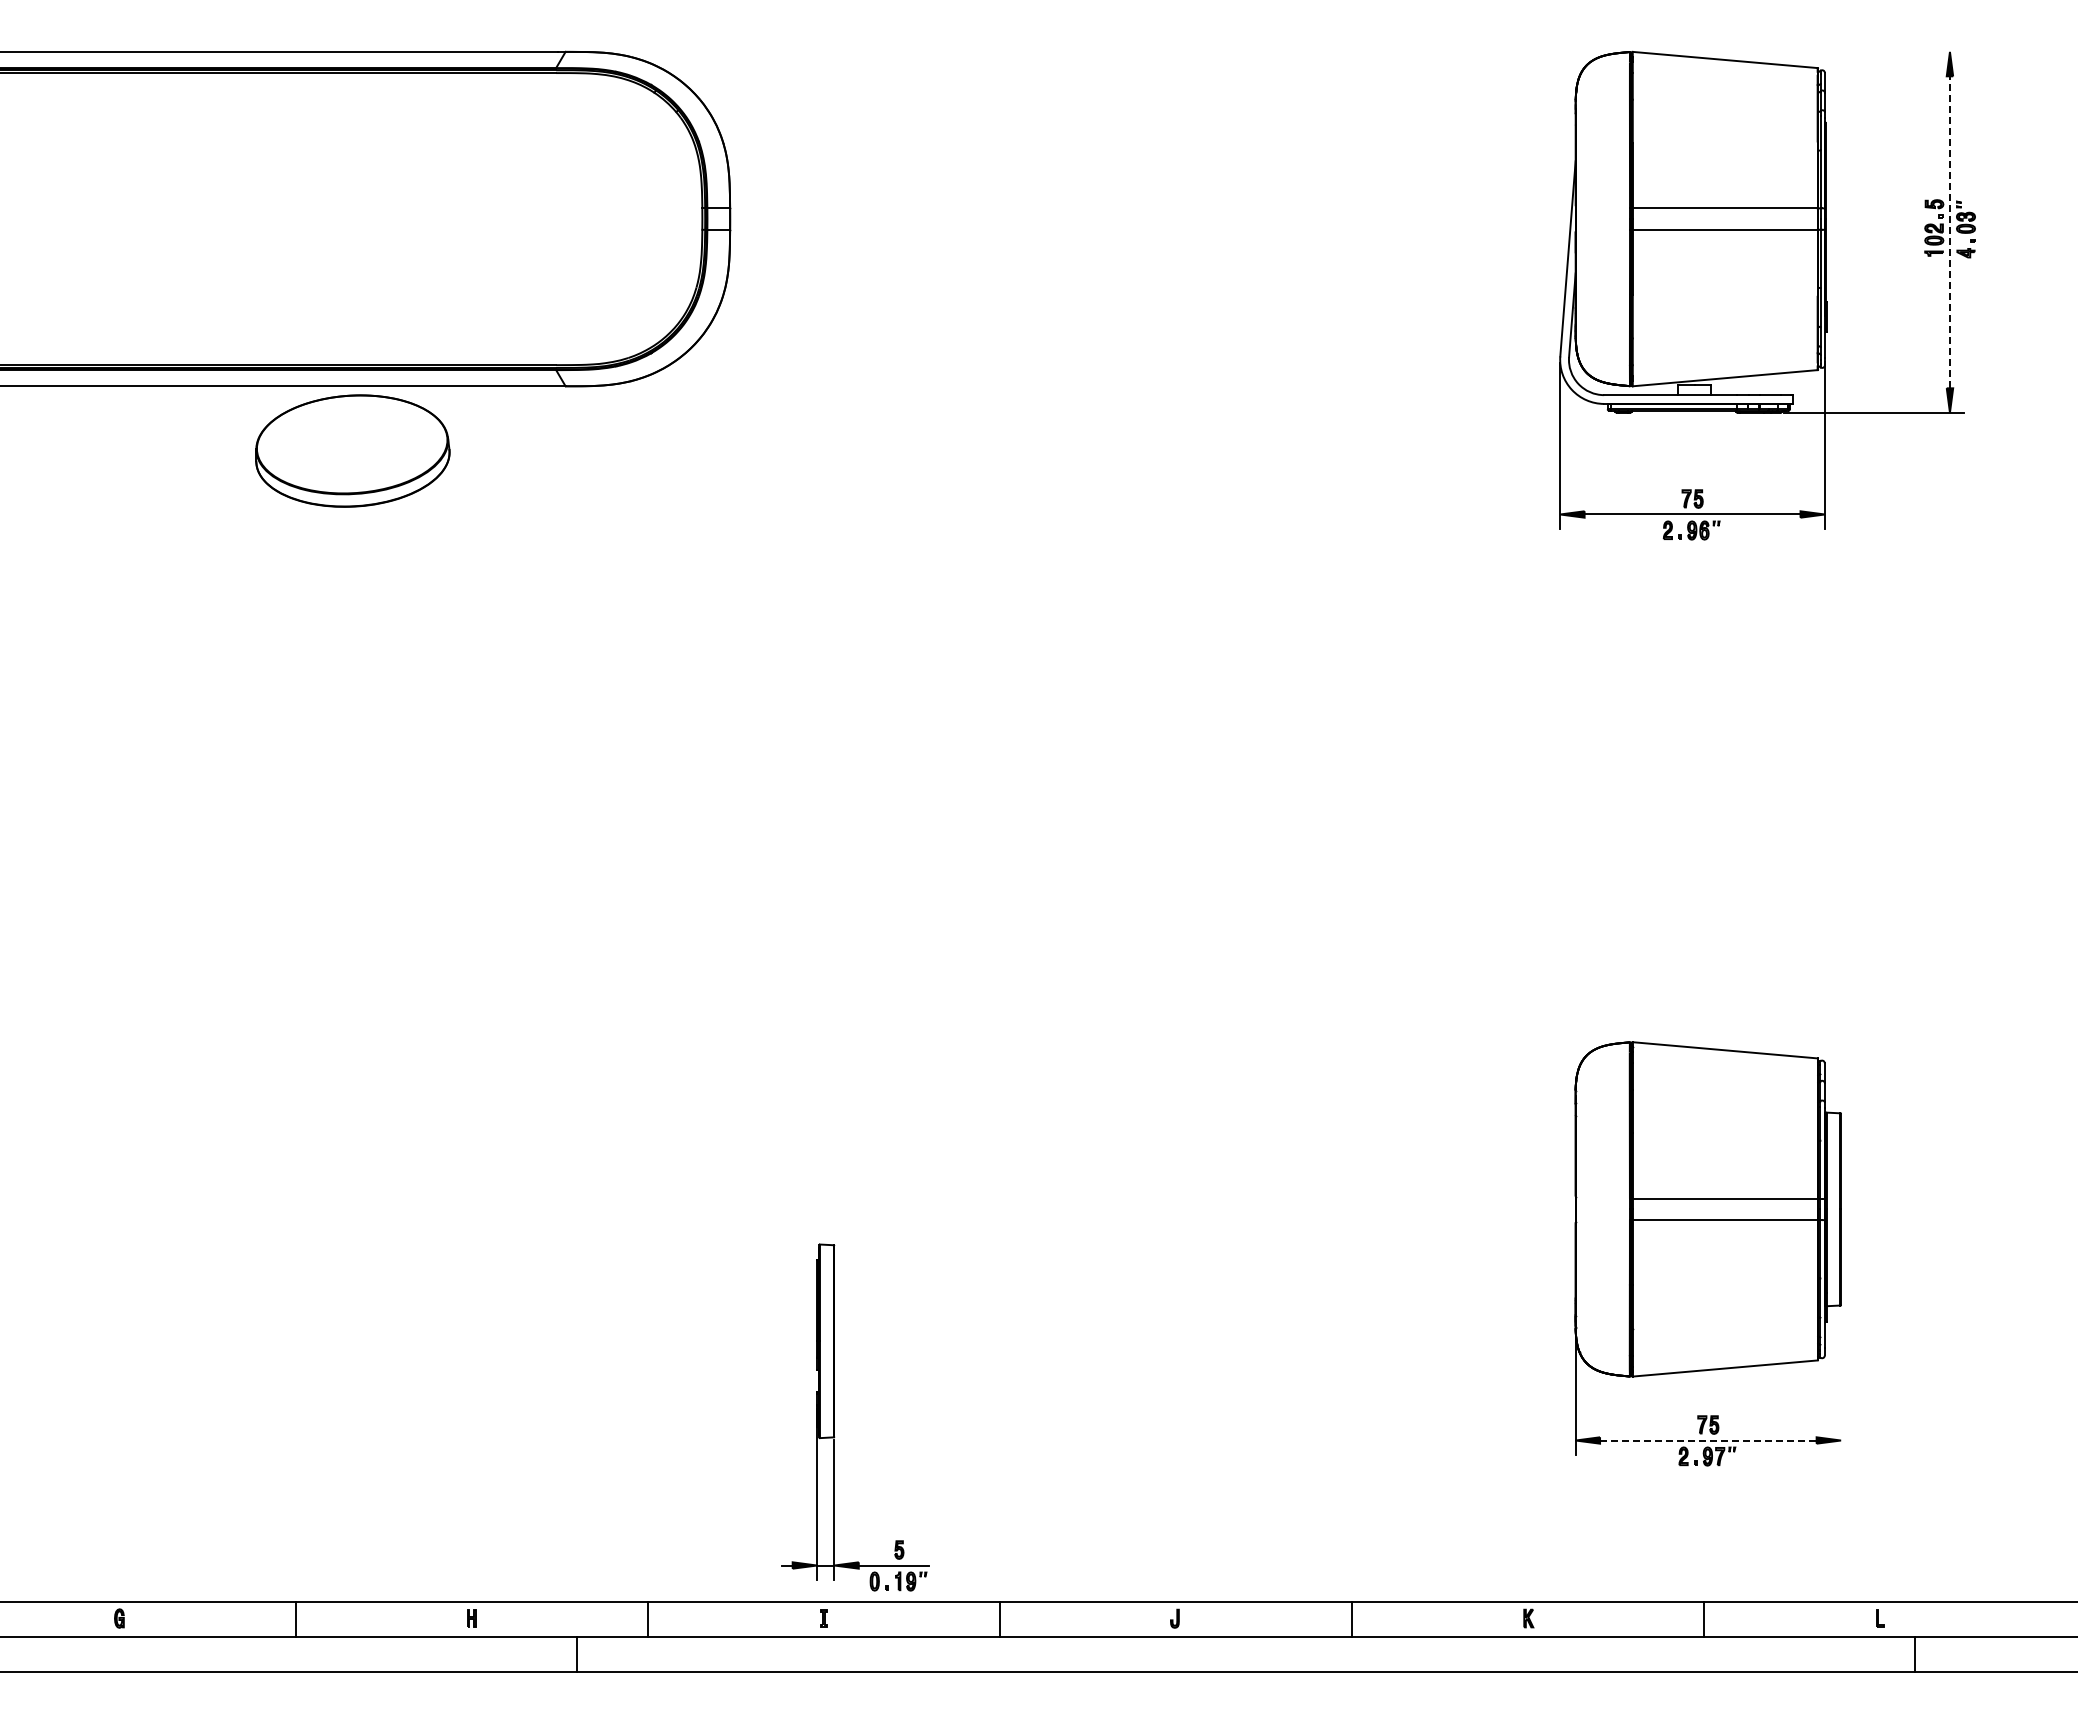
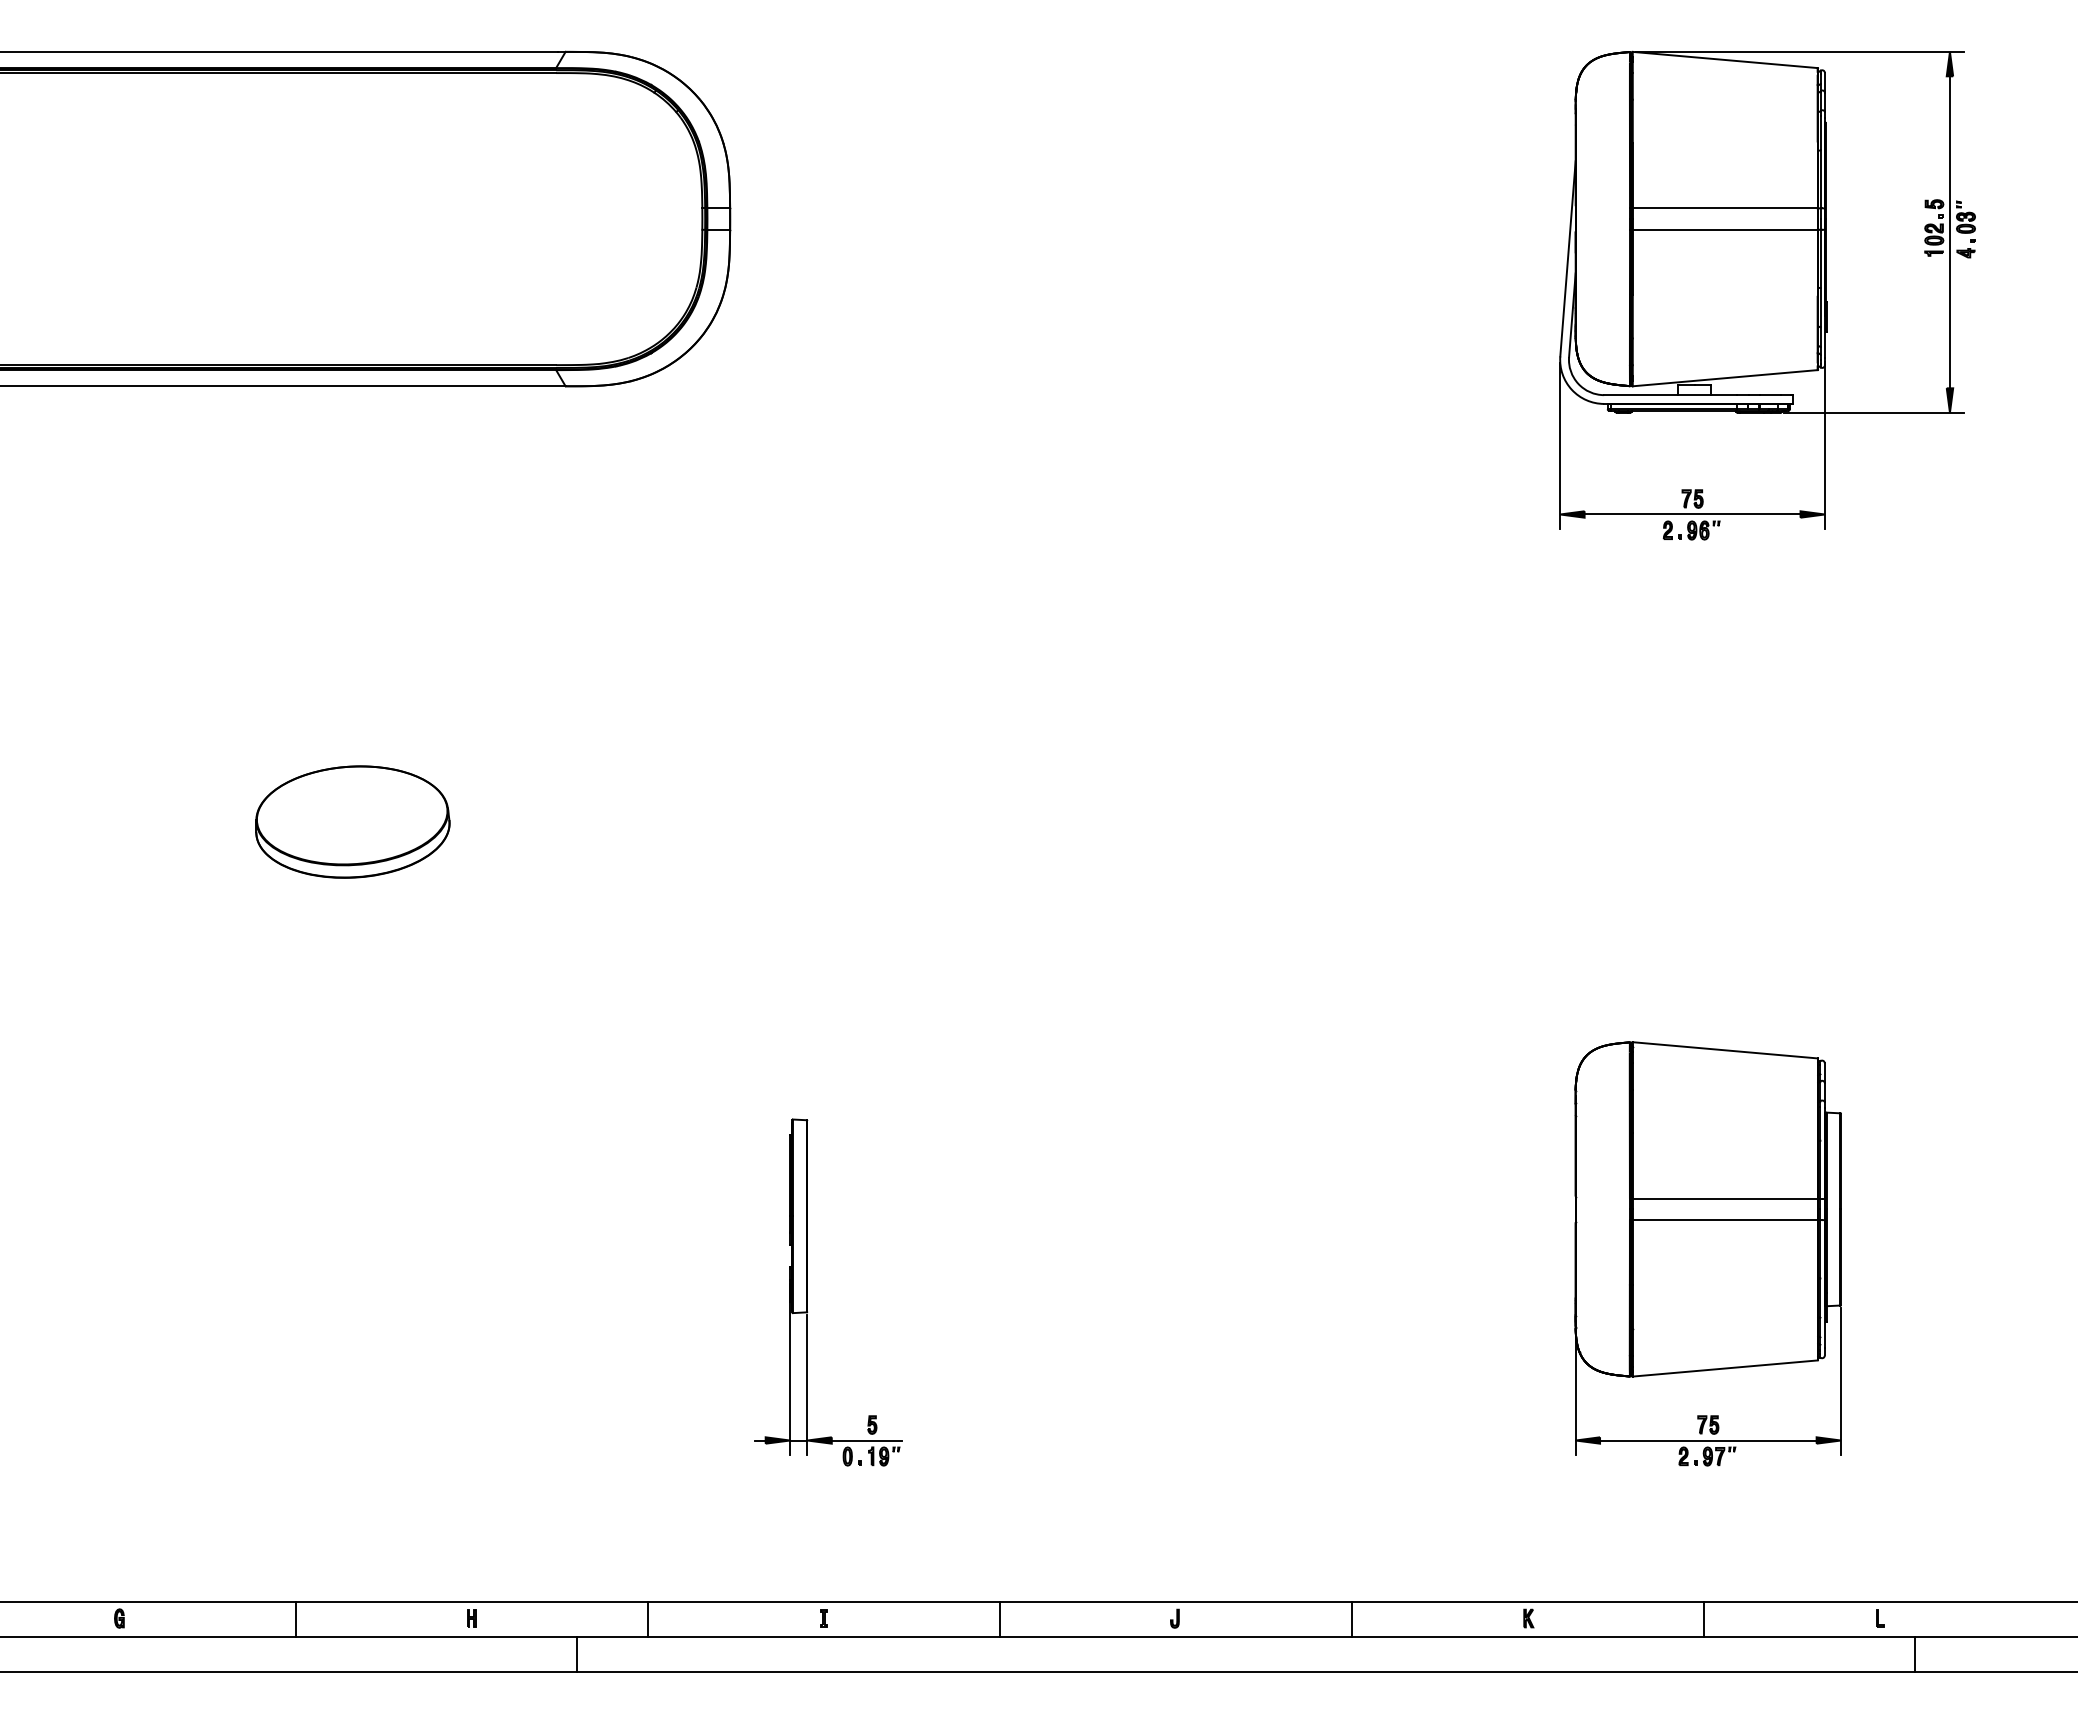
line at (1800, 51): none -> present
line at (1949, 232): dashed -> solid
part at (352, 450) position: (352, 450) -> (352, 821)
line at (1841, 1381): none -> present
part at (834, 1417) position: (834, 1417) -> (807, 1292)
line at (1708, 1440): dashed -> solid
